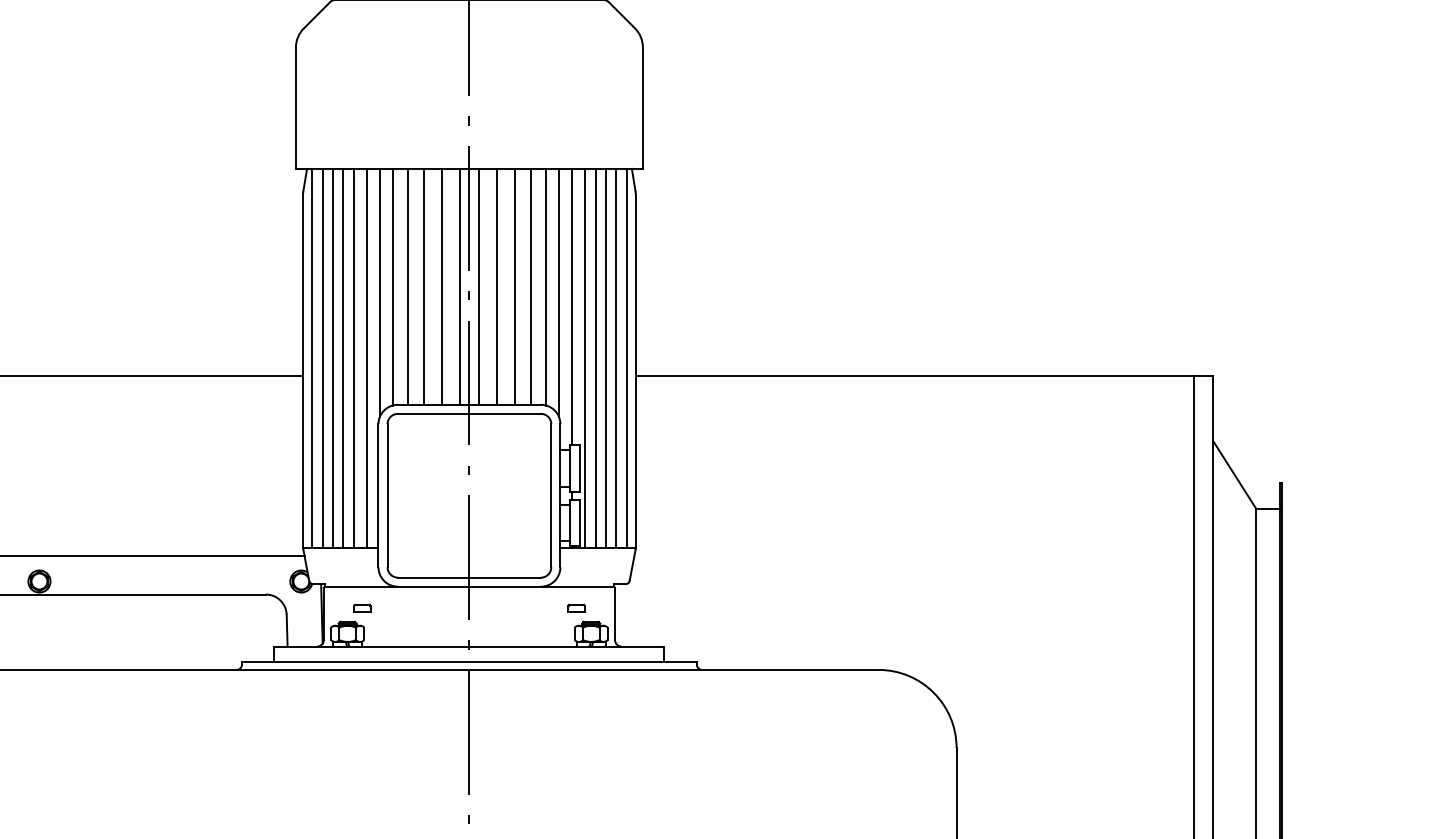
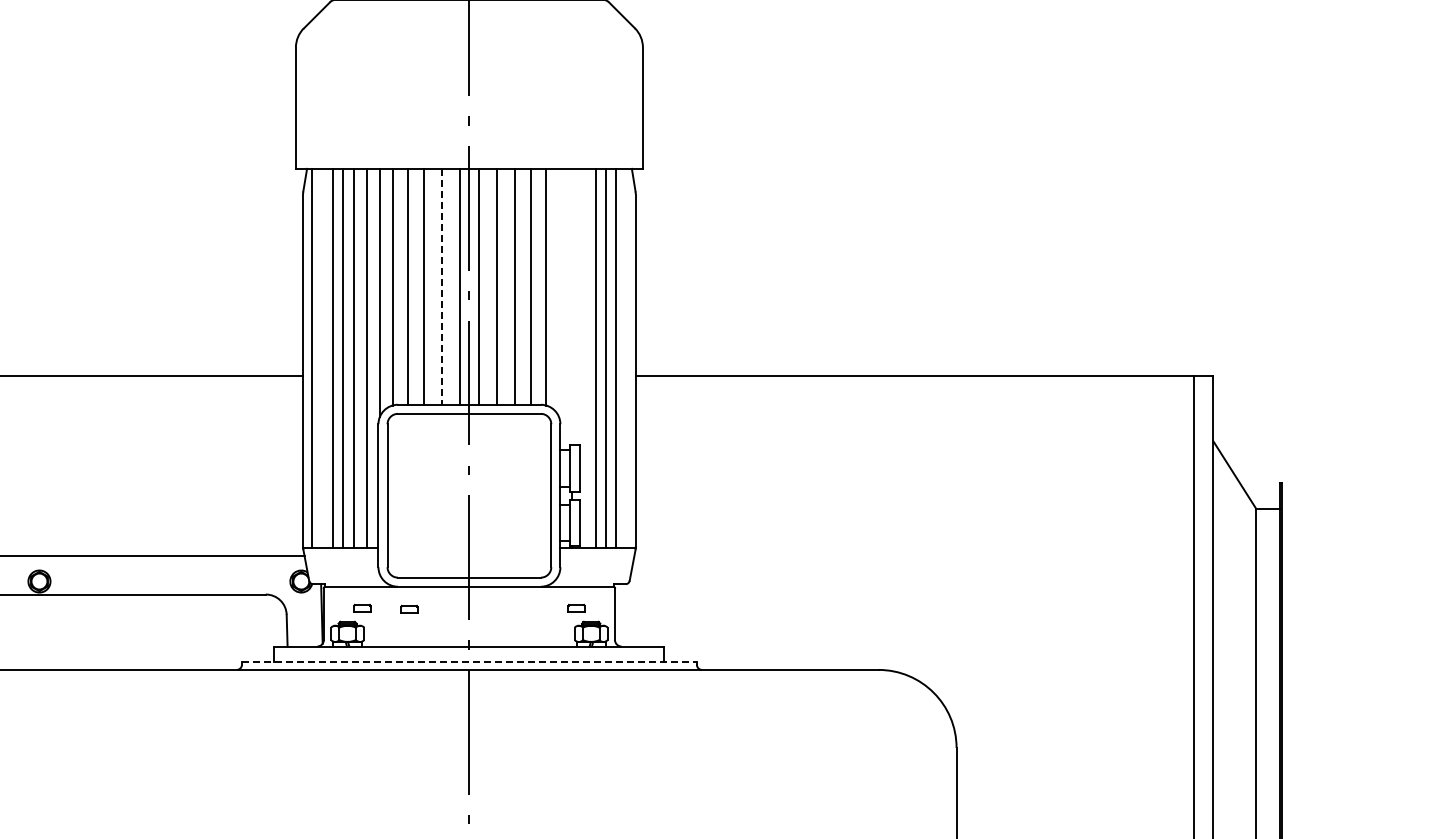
line at (442, 286): solid -> dashed
line at (559, 292): present -> none
line at (572, 306): present -> none
line at (322, 358): present -> none
line at (585, 358): present -> none
line at (626, 358): present -> none
part at (409, 608): none -> present
line at (469, 662): solid -> dashed
